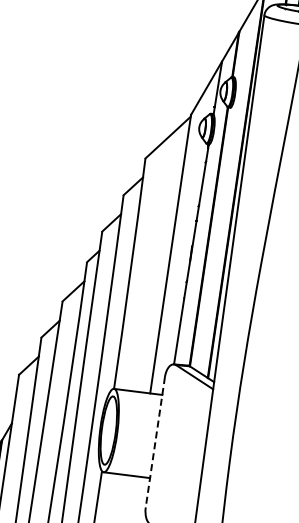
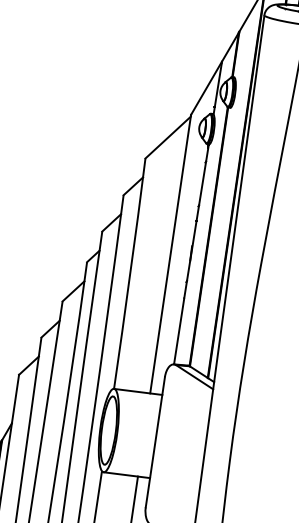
line at (155, 442): dashed -> solid
line at (134, 497): none -> present
